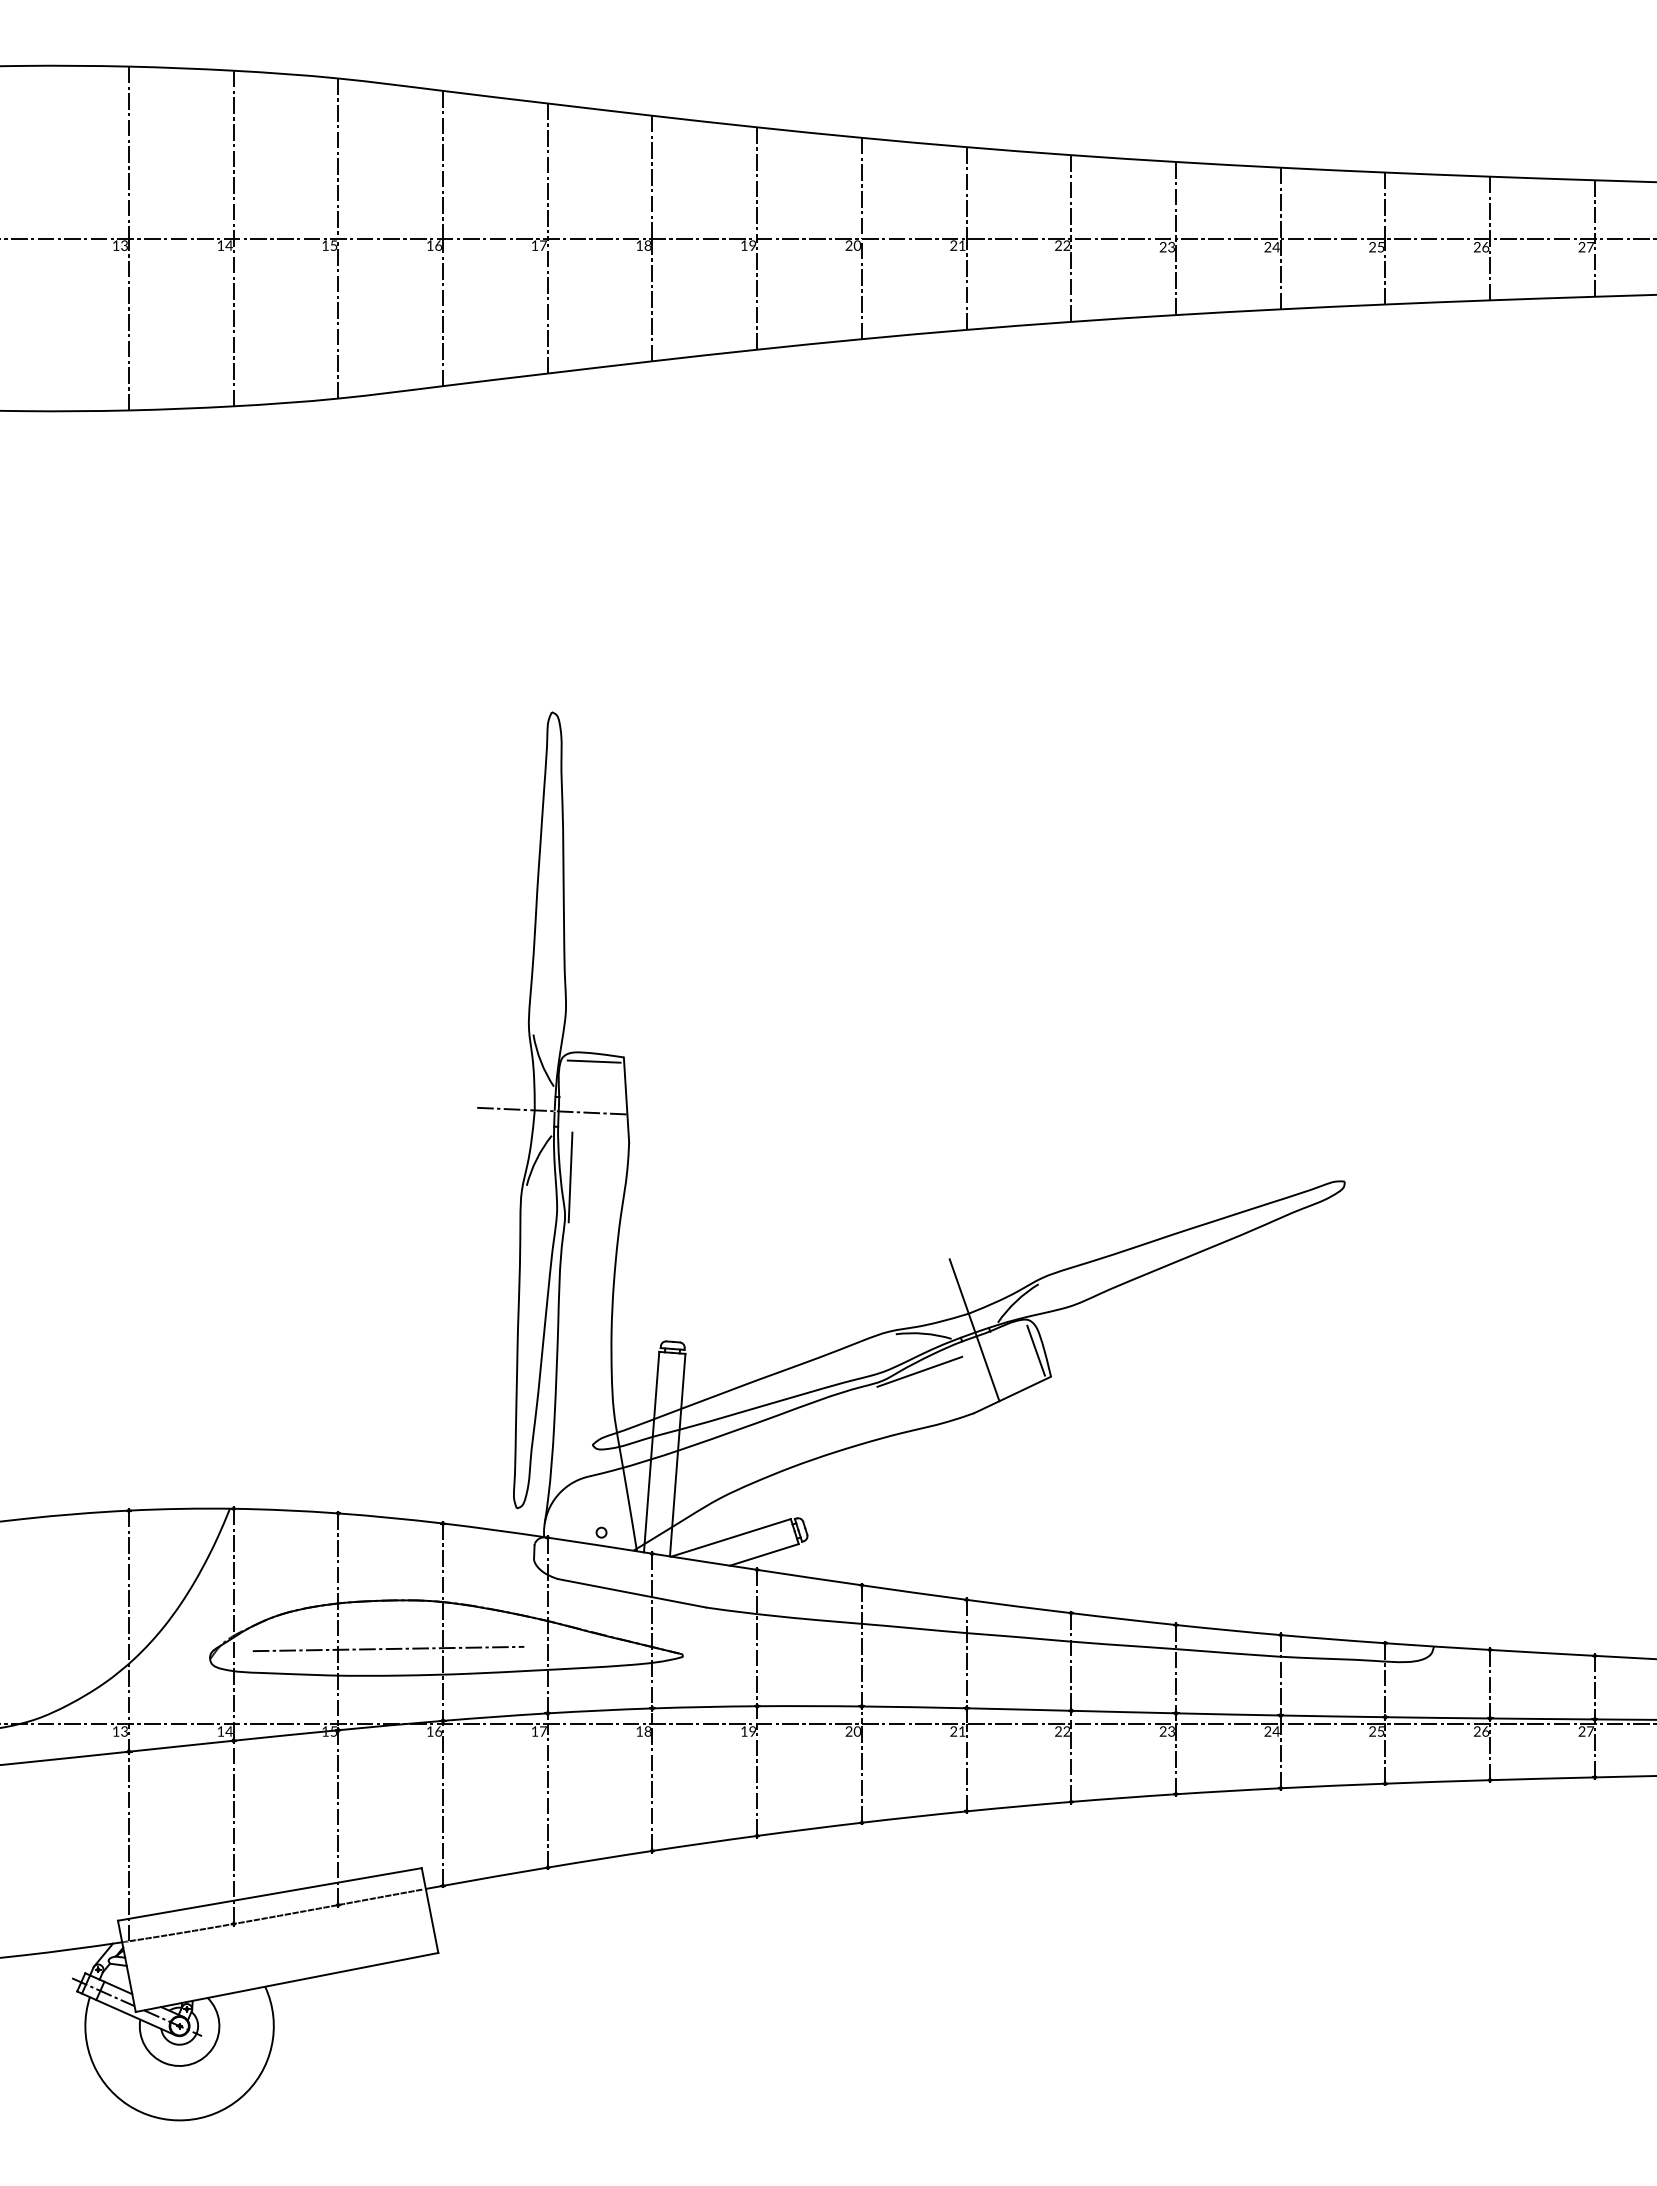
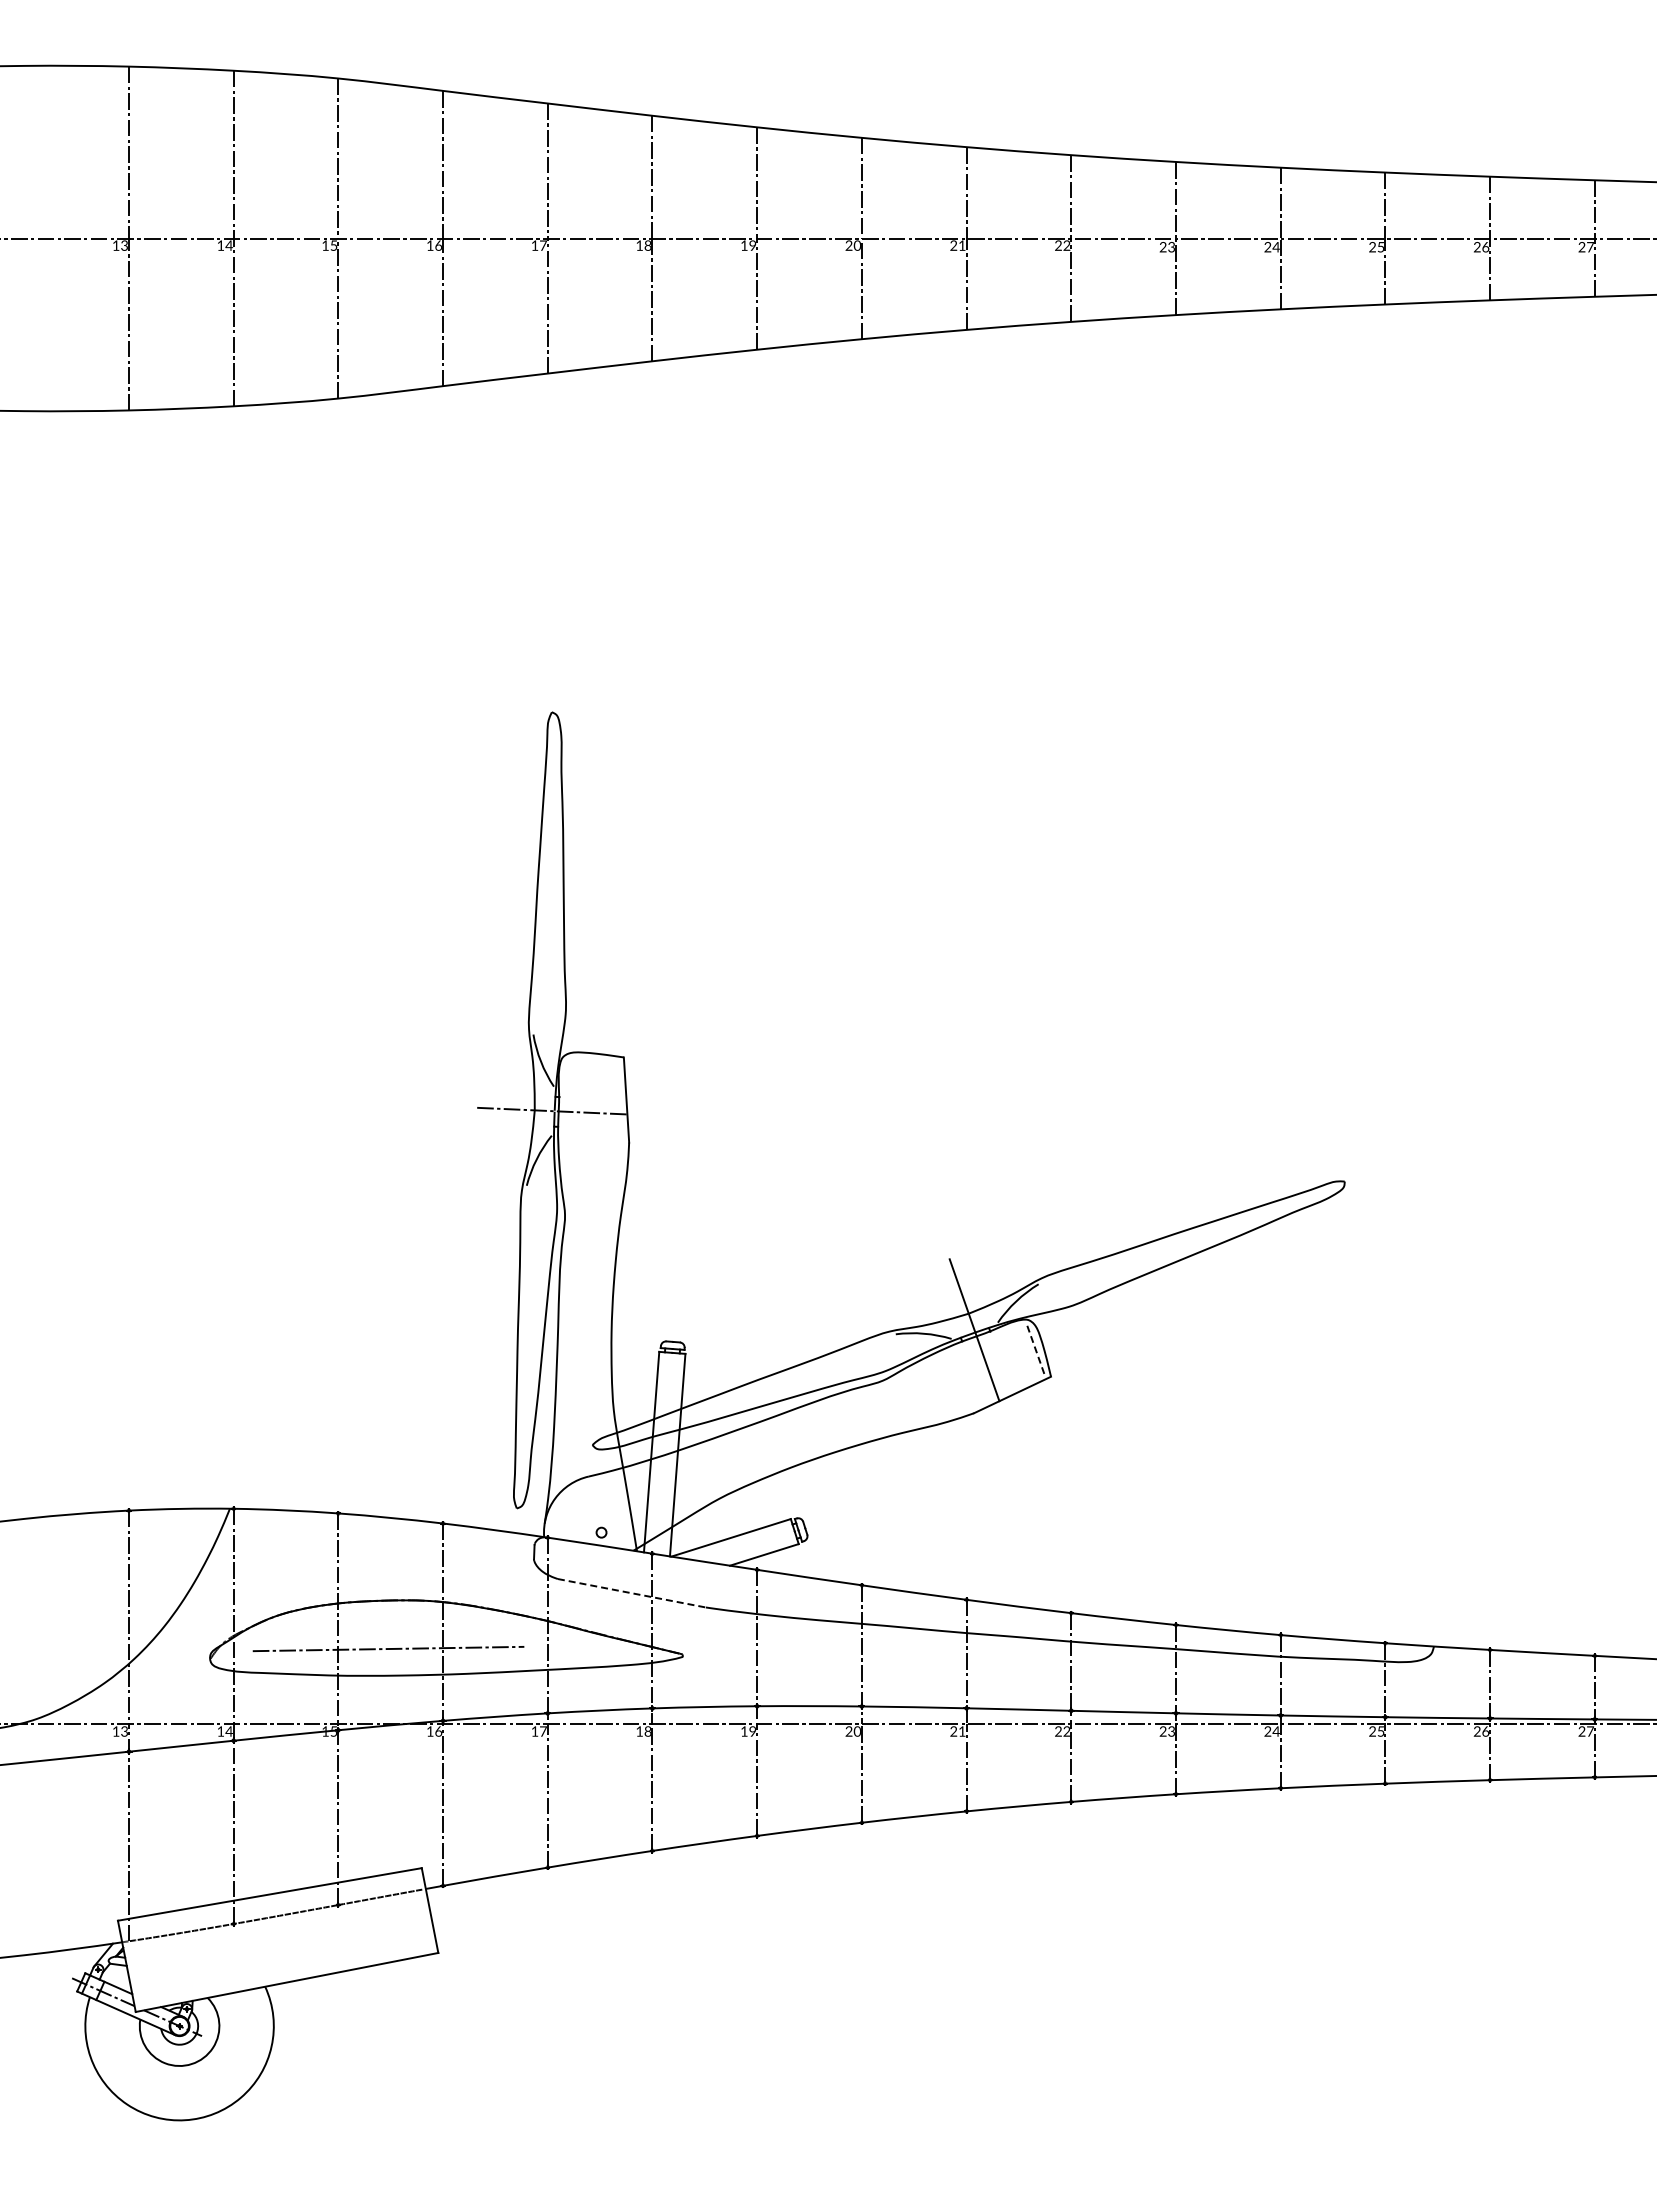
line at (593, 1061): present -> none
line at (570, 1177): present -> none
line at (1036, 1351): solid -> dashed
line at (919, 1371): present -> none
line at (632, 1593): solid -> dashed
